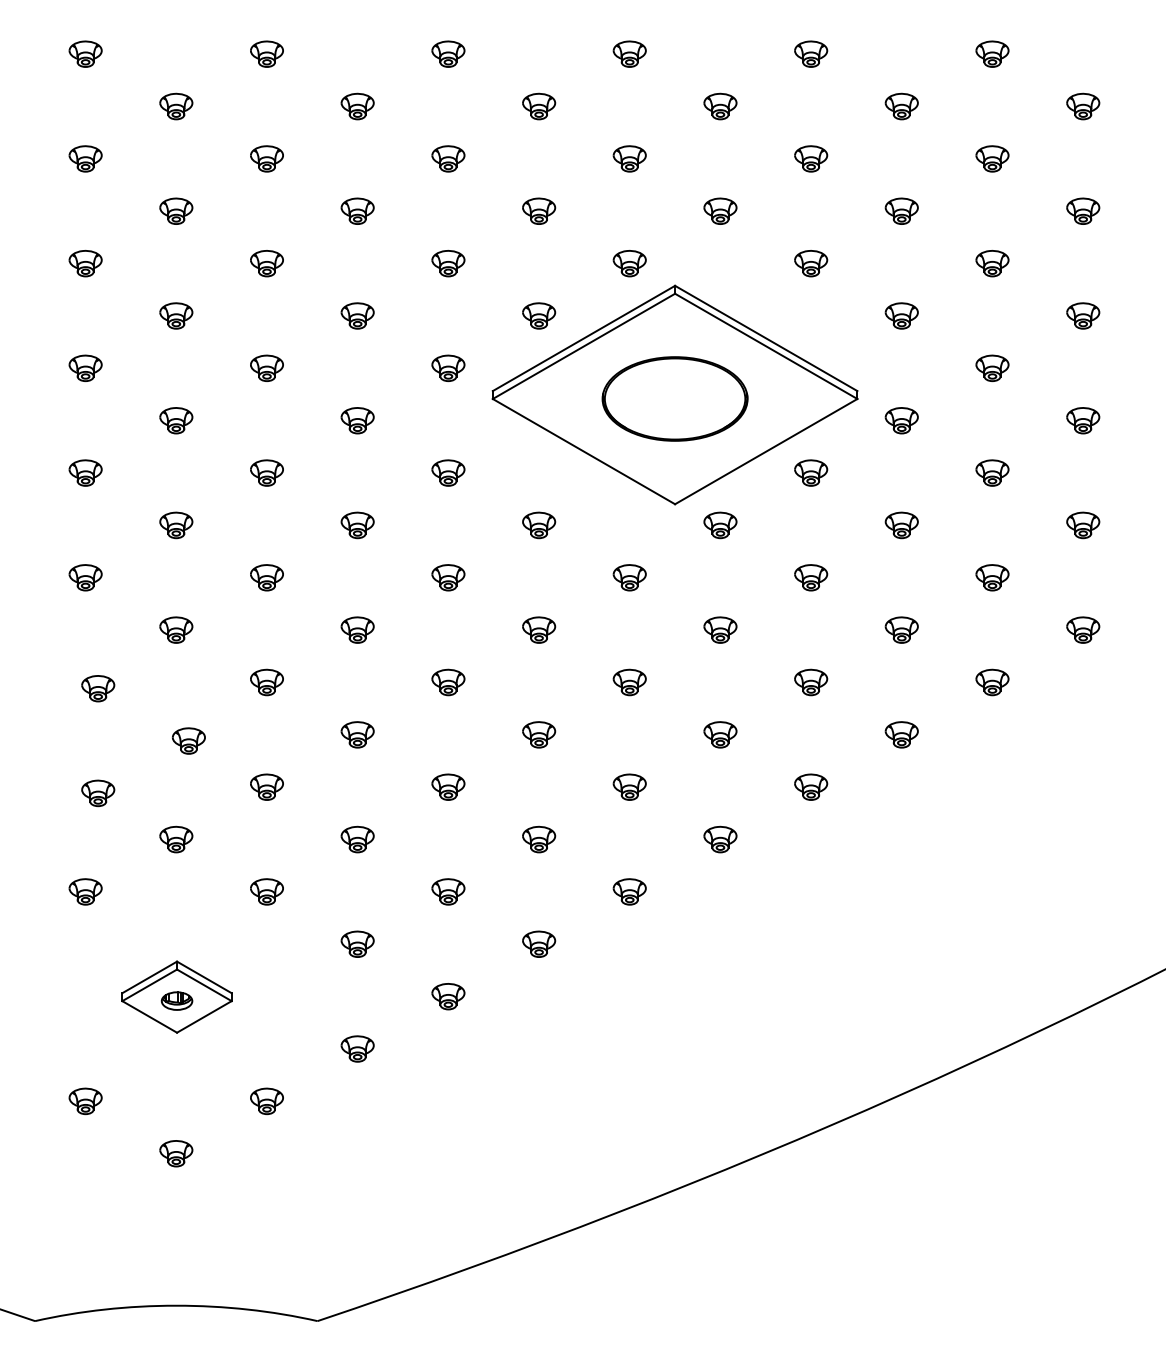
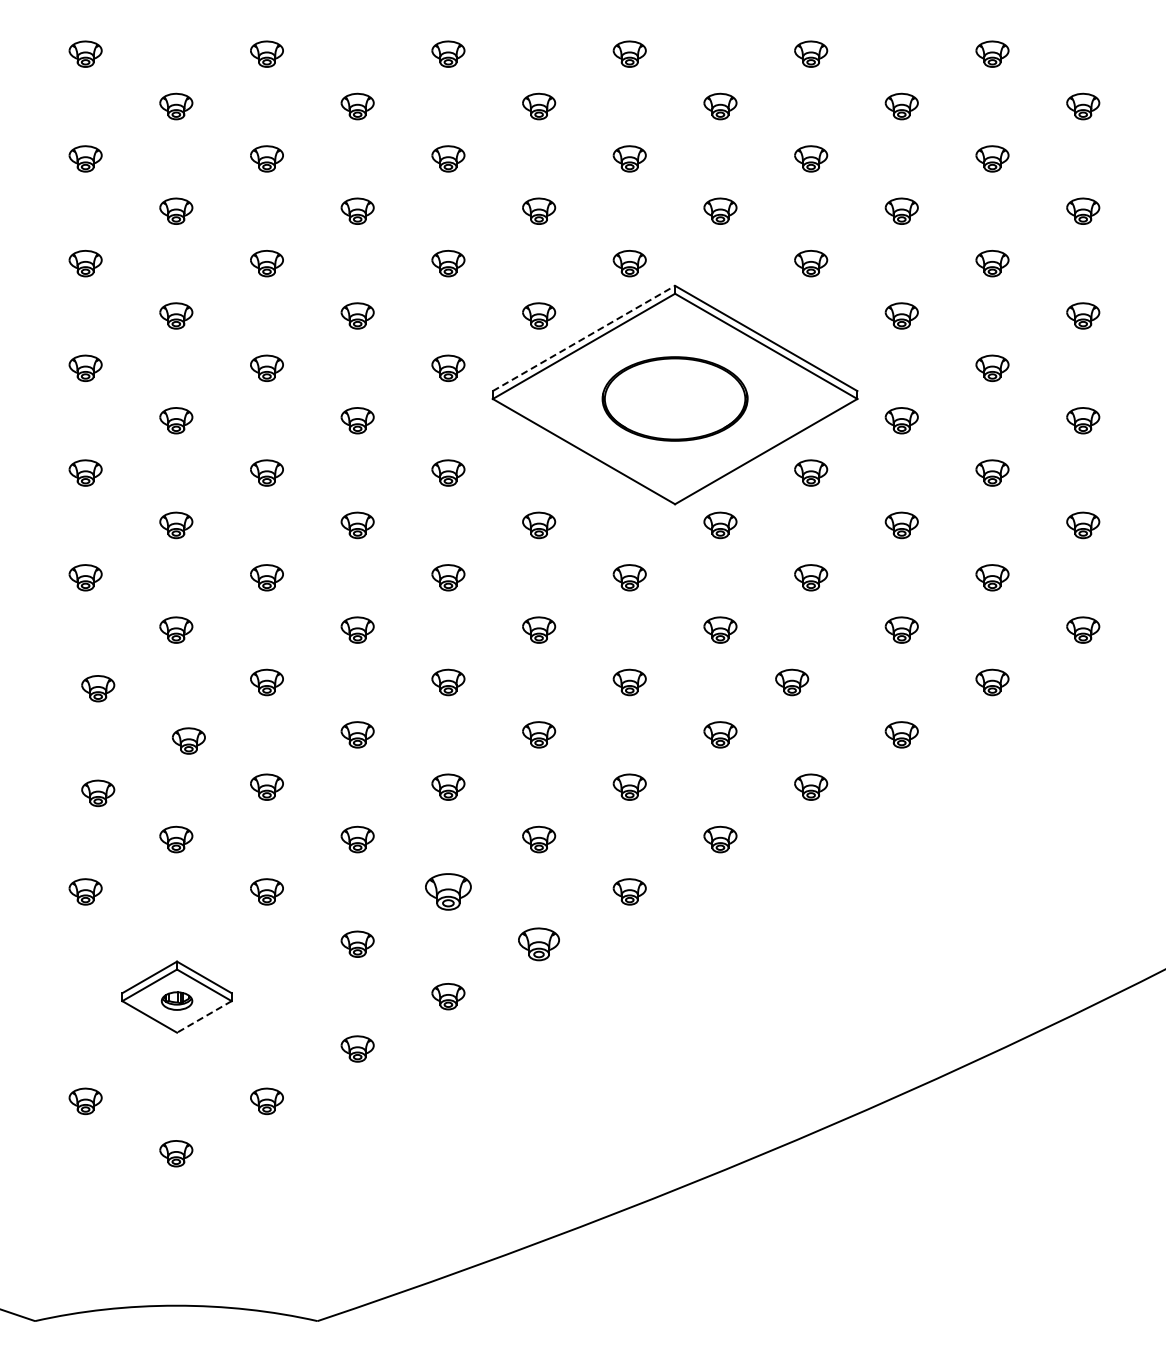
line at (584, 338): solid -> dashed
part at (811, 682) position: (811, 682) -> (792, 682)
part at (448, 891) size: 35x28 px -> 47x38 px
part at (539, 943) size: 35x28 px -> 42x35 px
line at (204, 1016): solid -> dashed
